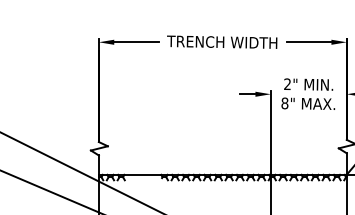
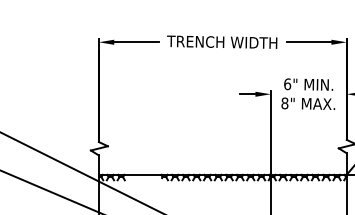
text at (287, 84): 2" -> 6"
